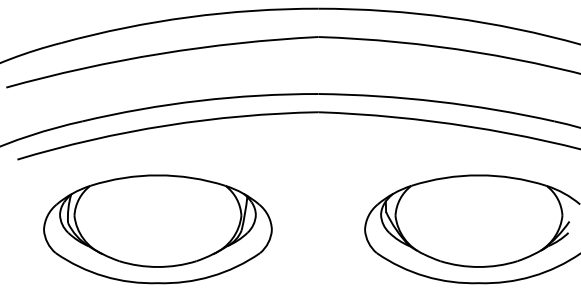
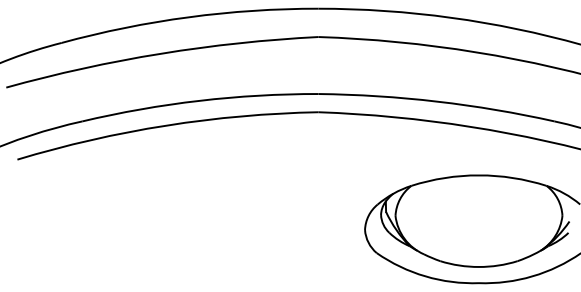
part at (157, 229): present -> none
